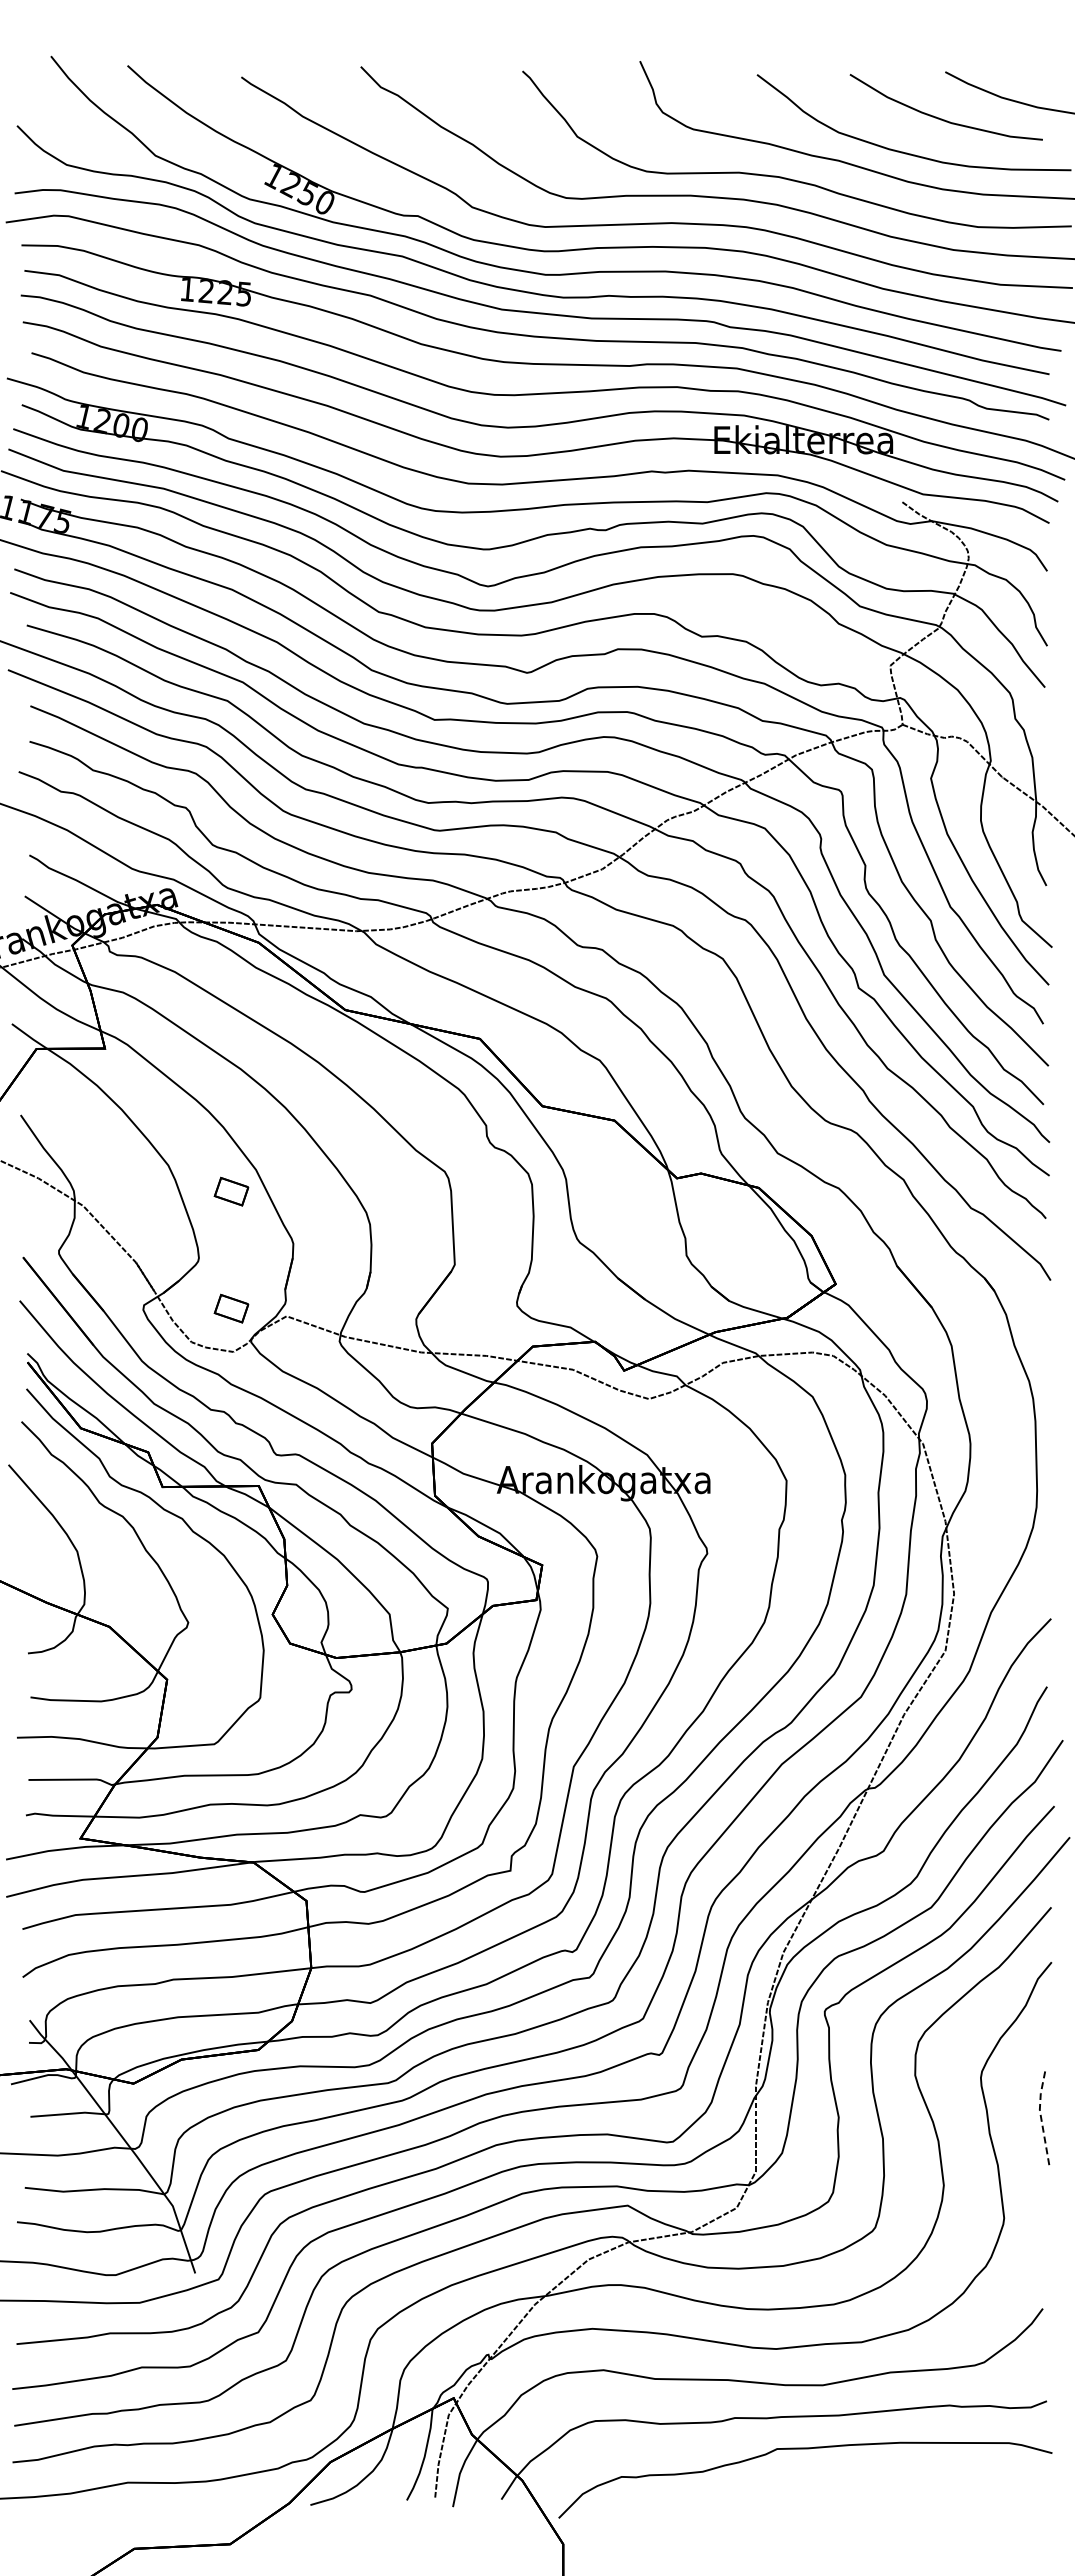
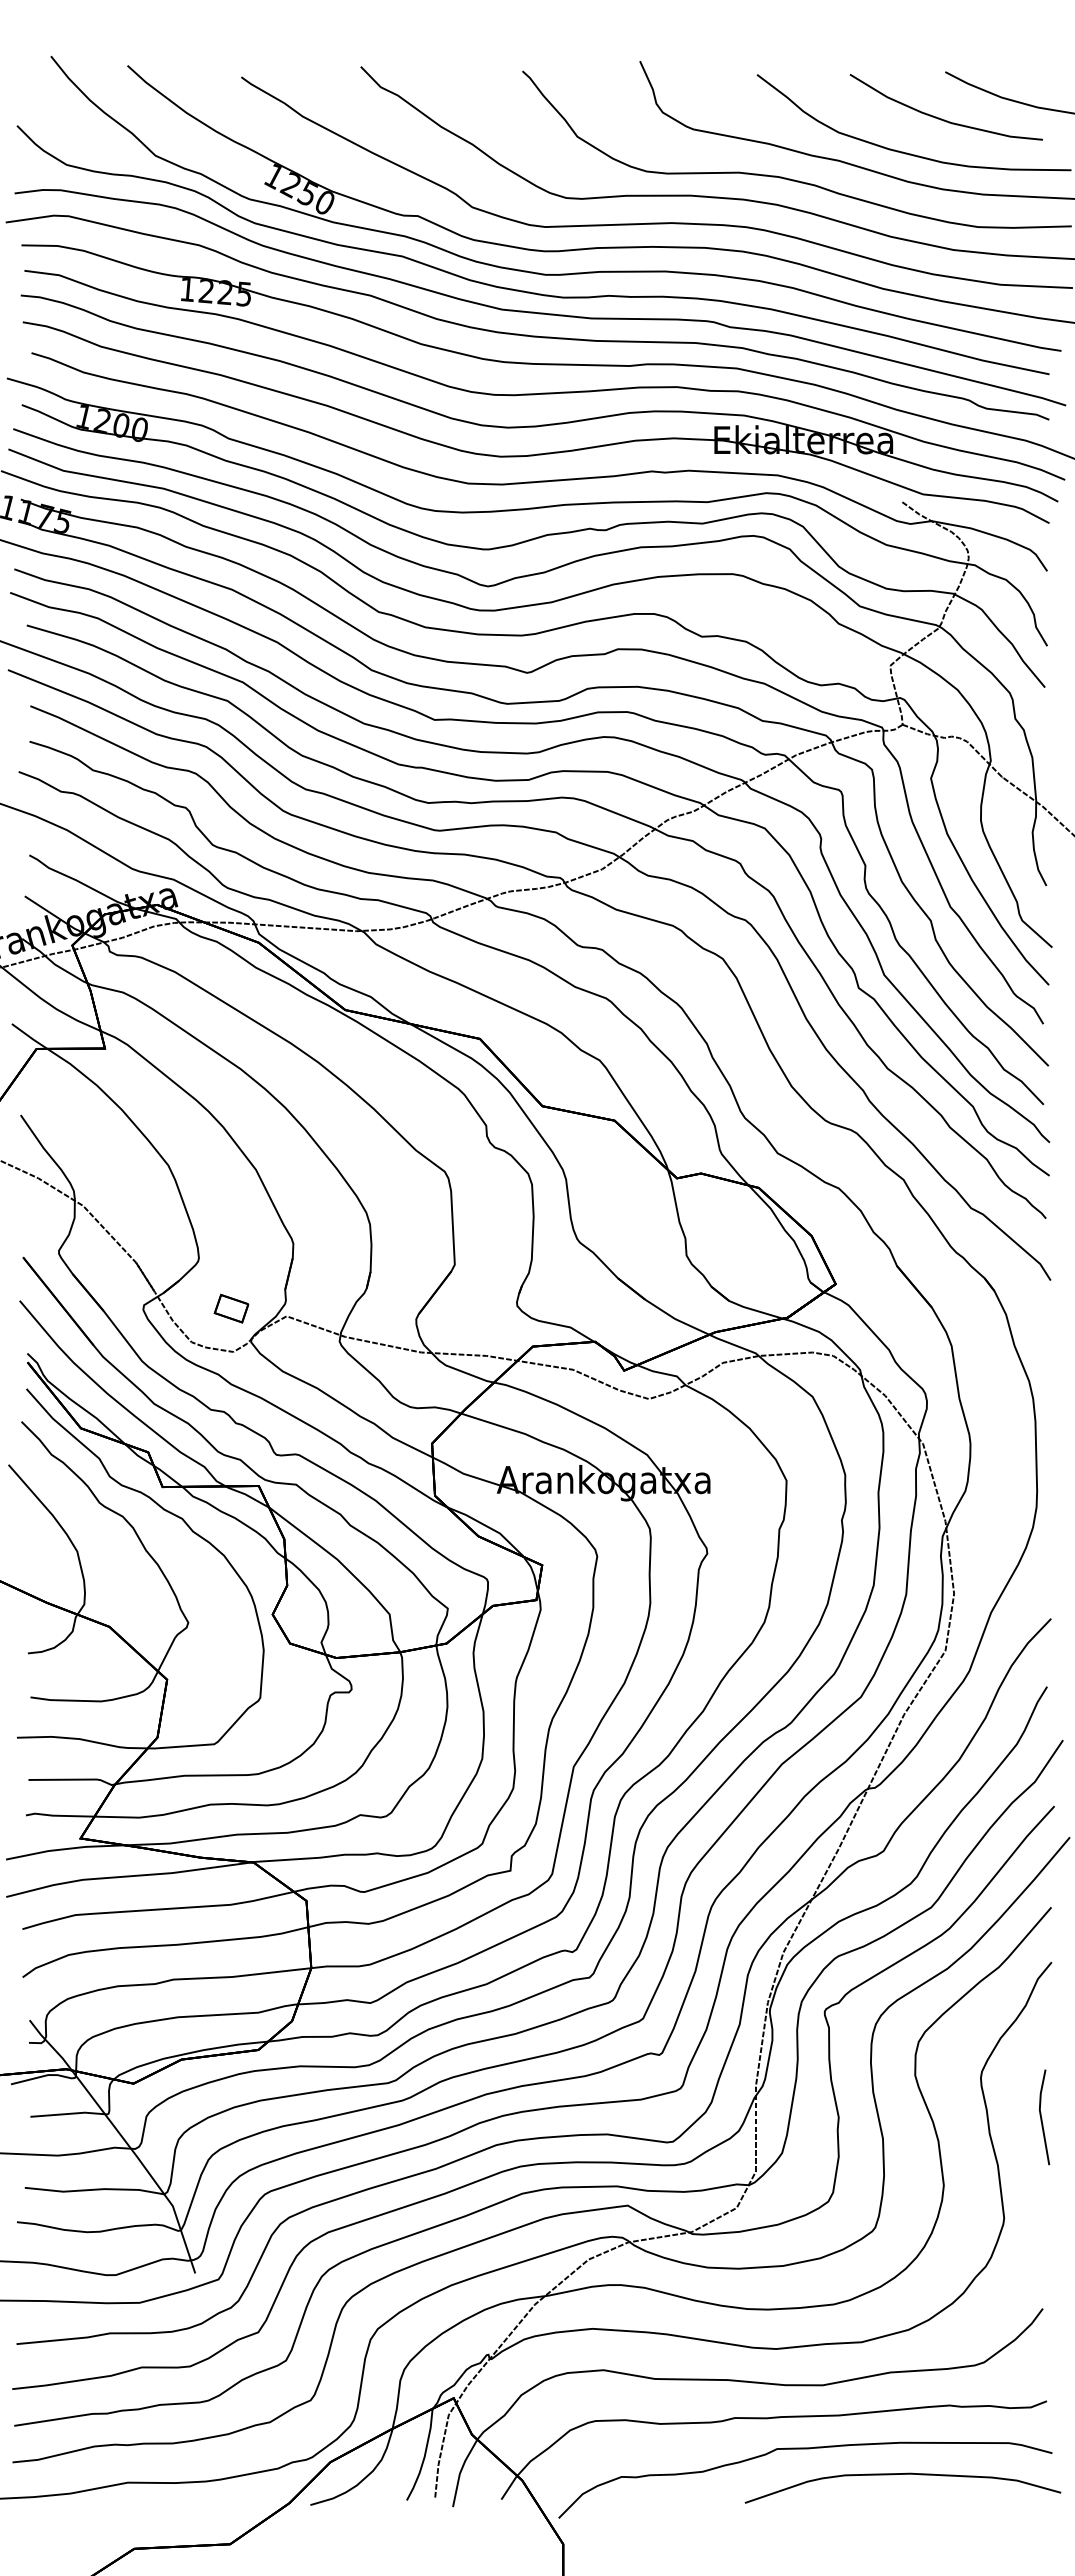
part at (231, 1191): present -> none
line at (1040, 2115): dashed -> solid
curve at (902, 2474): none -> present
